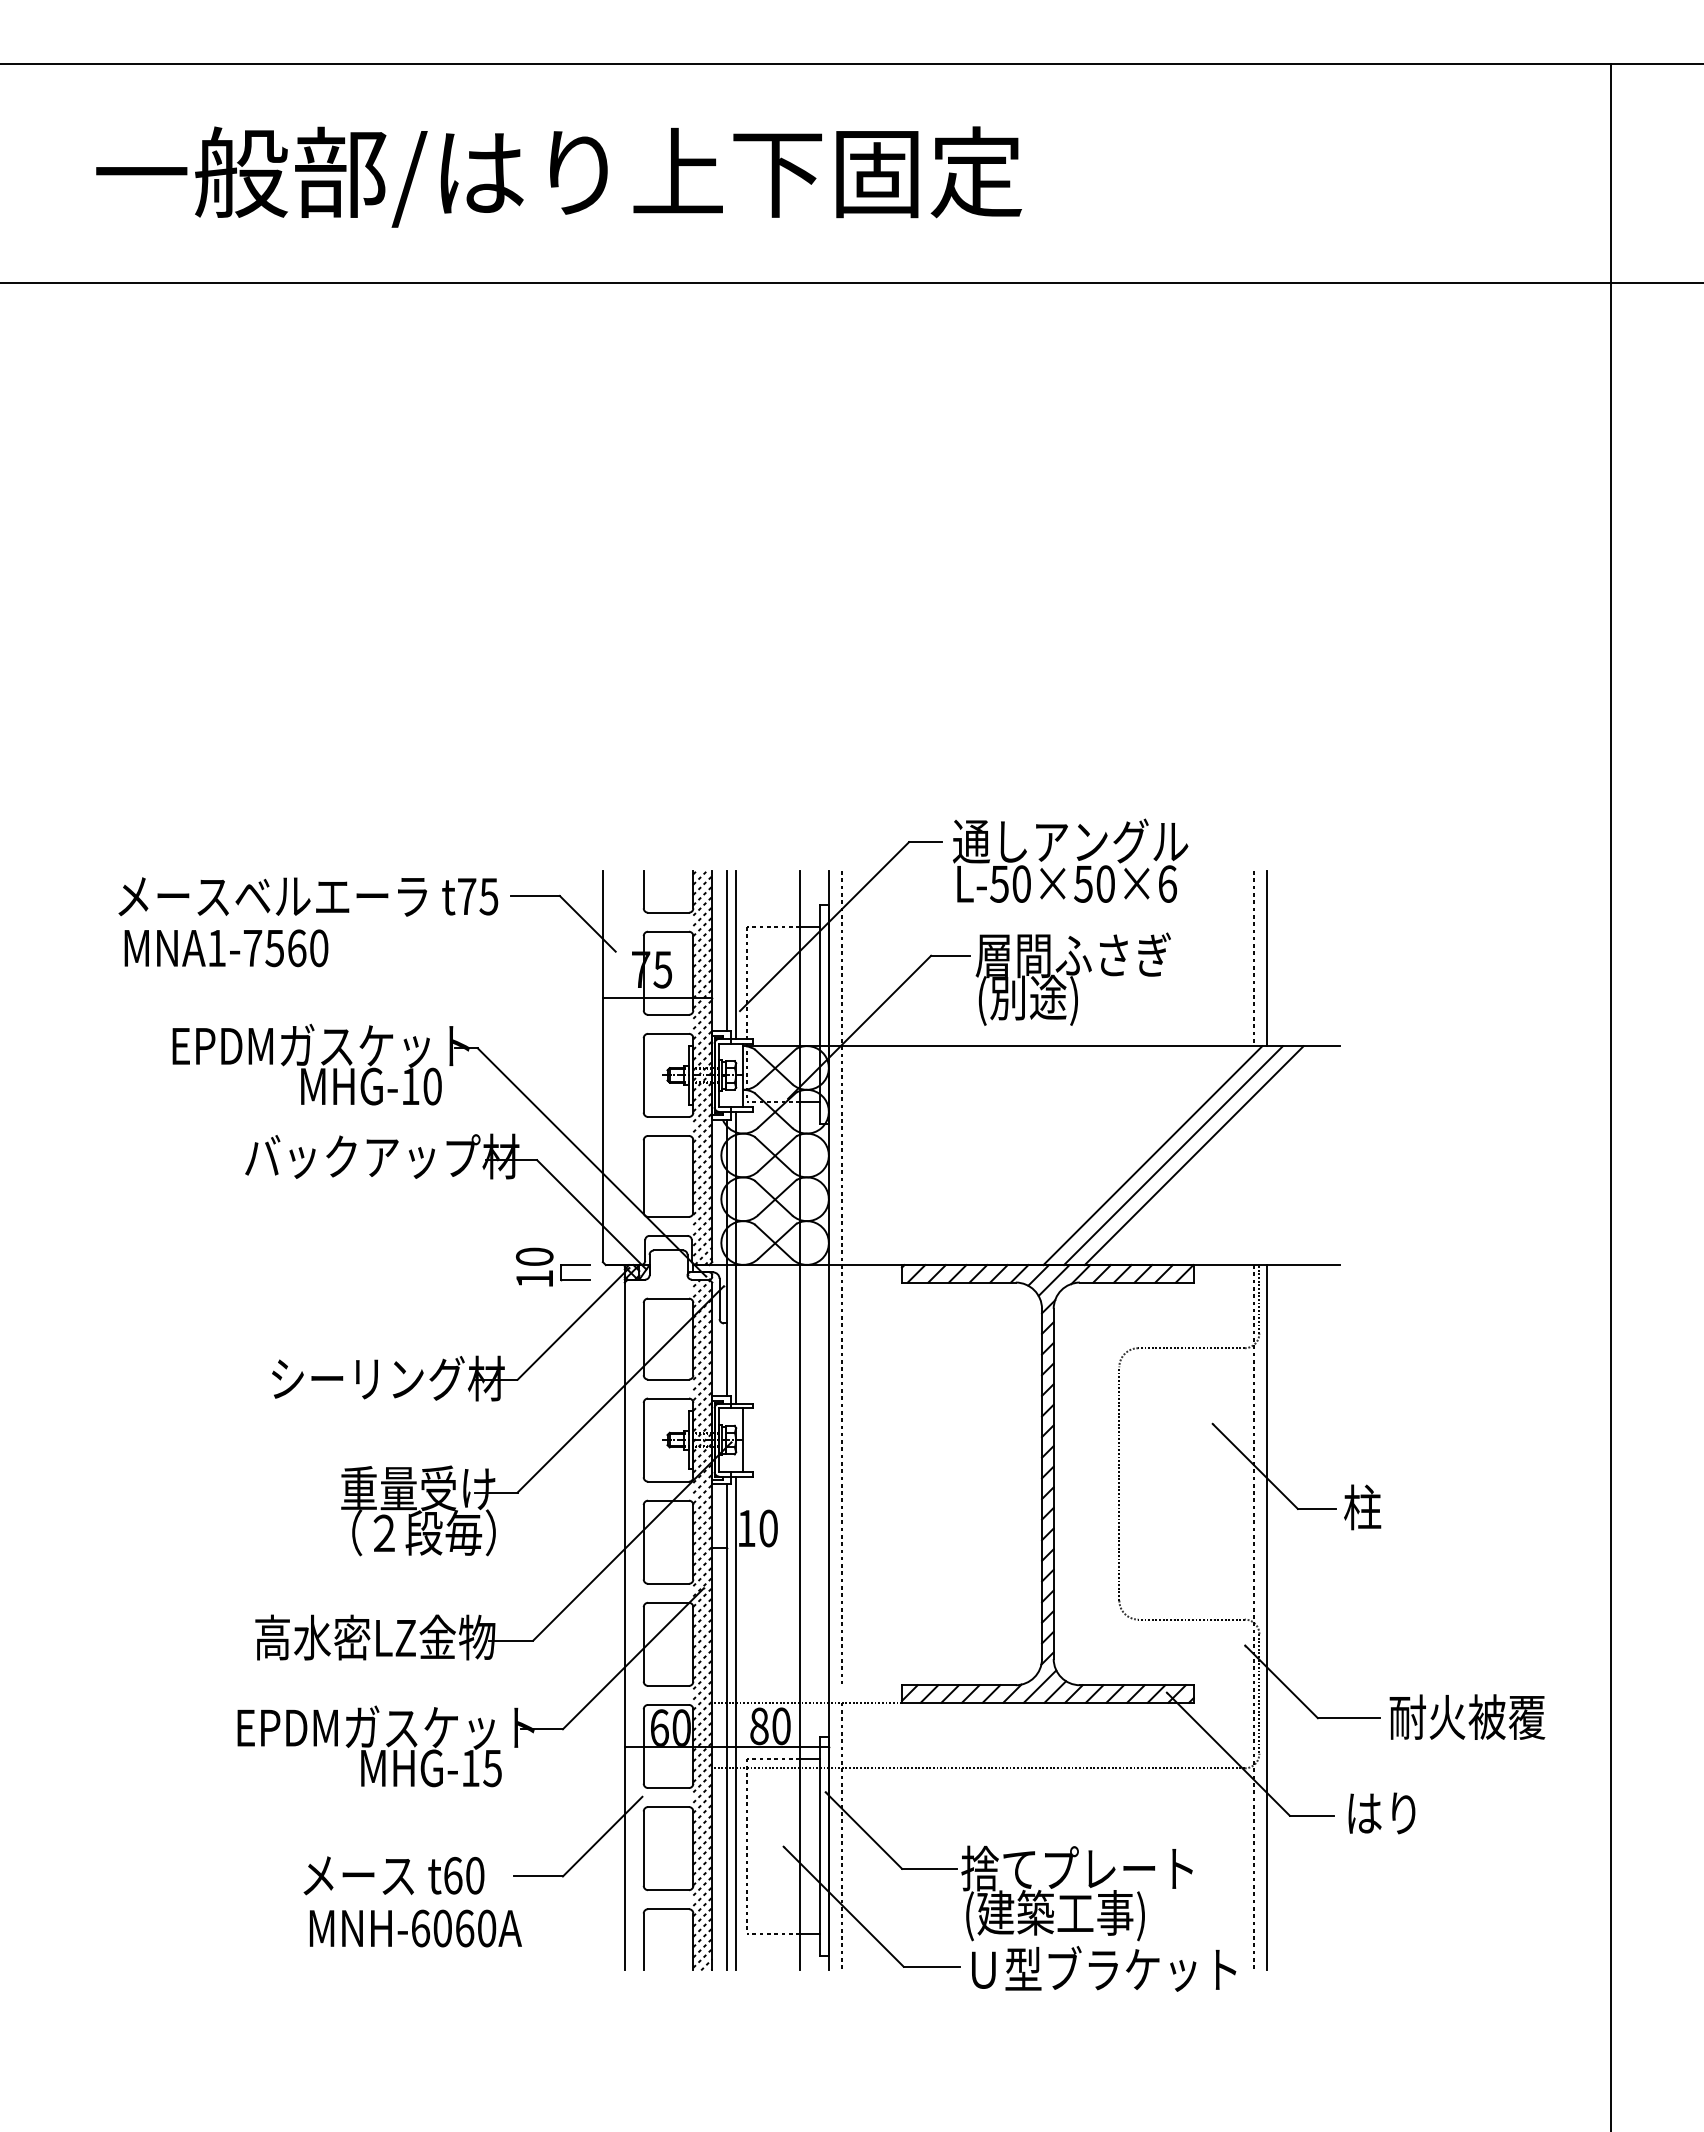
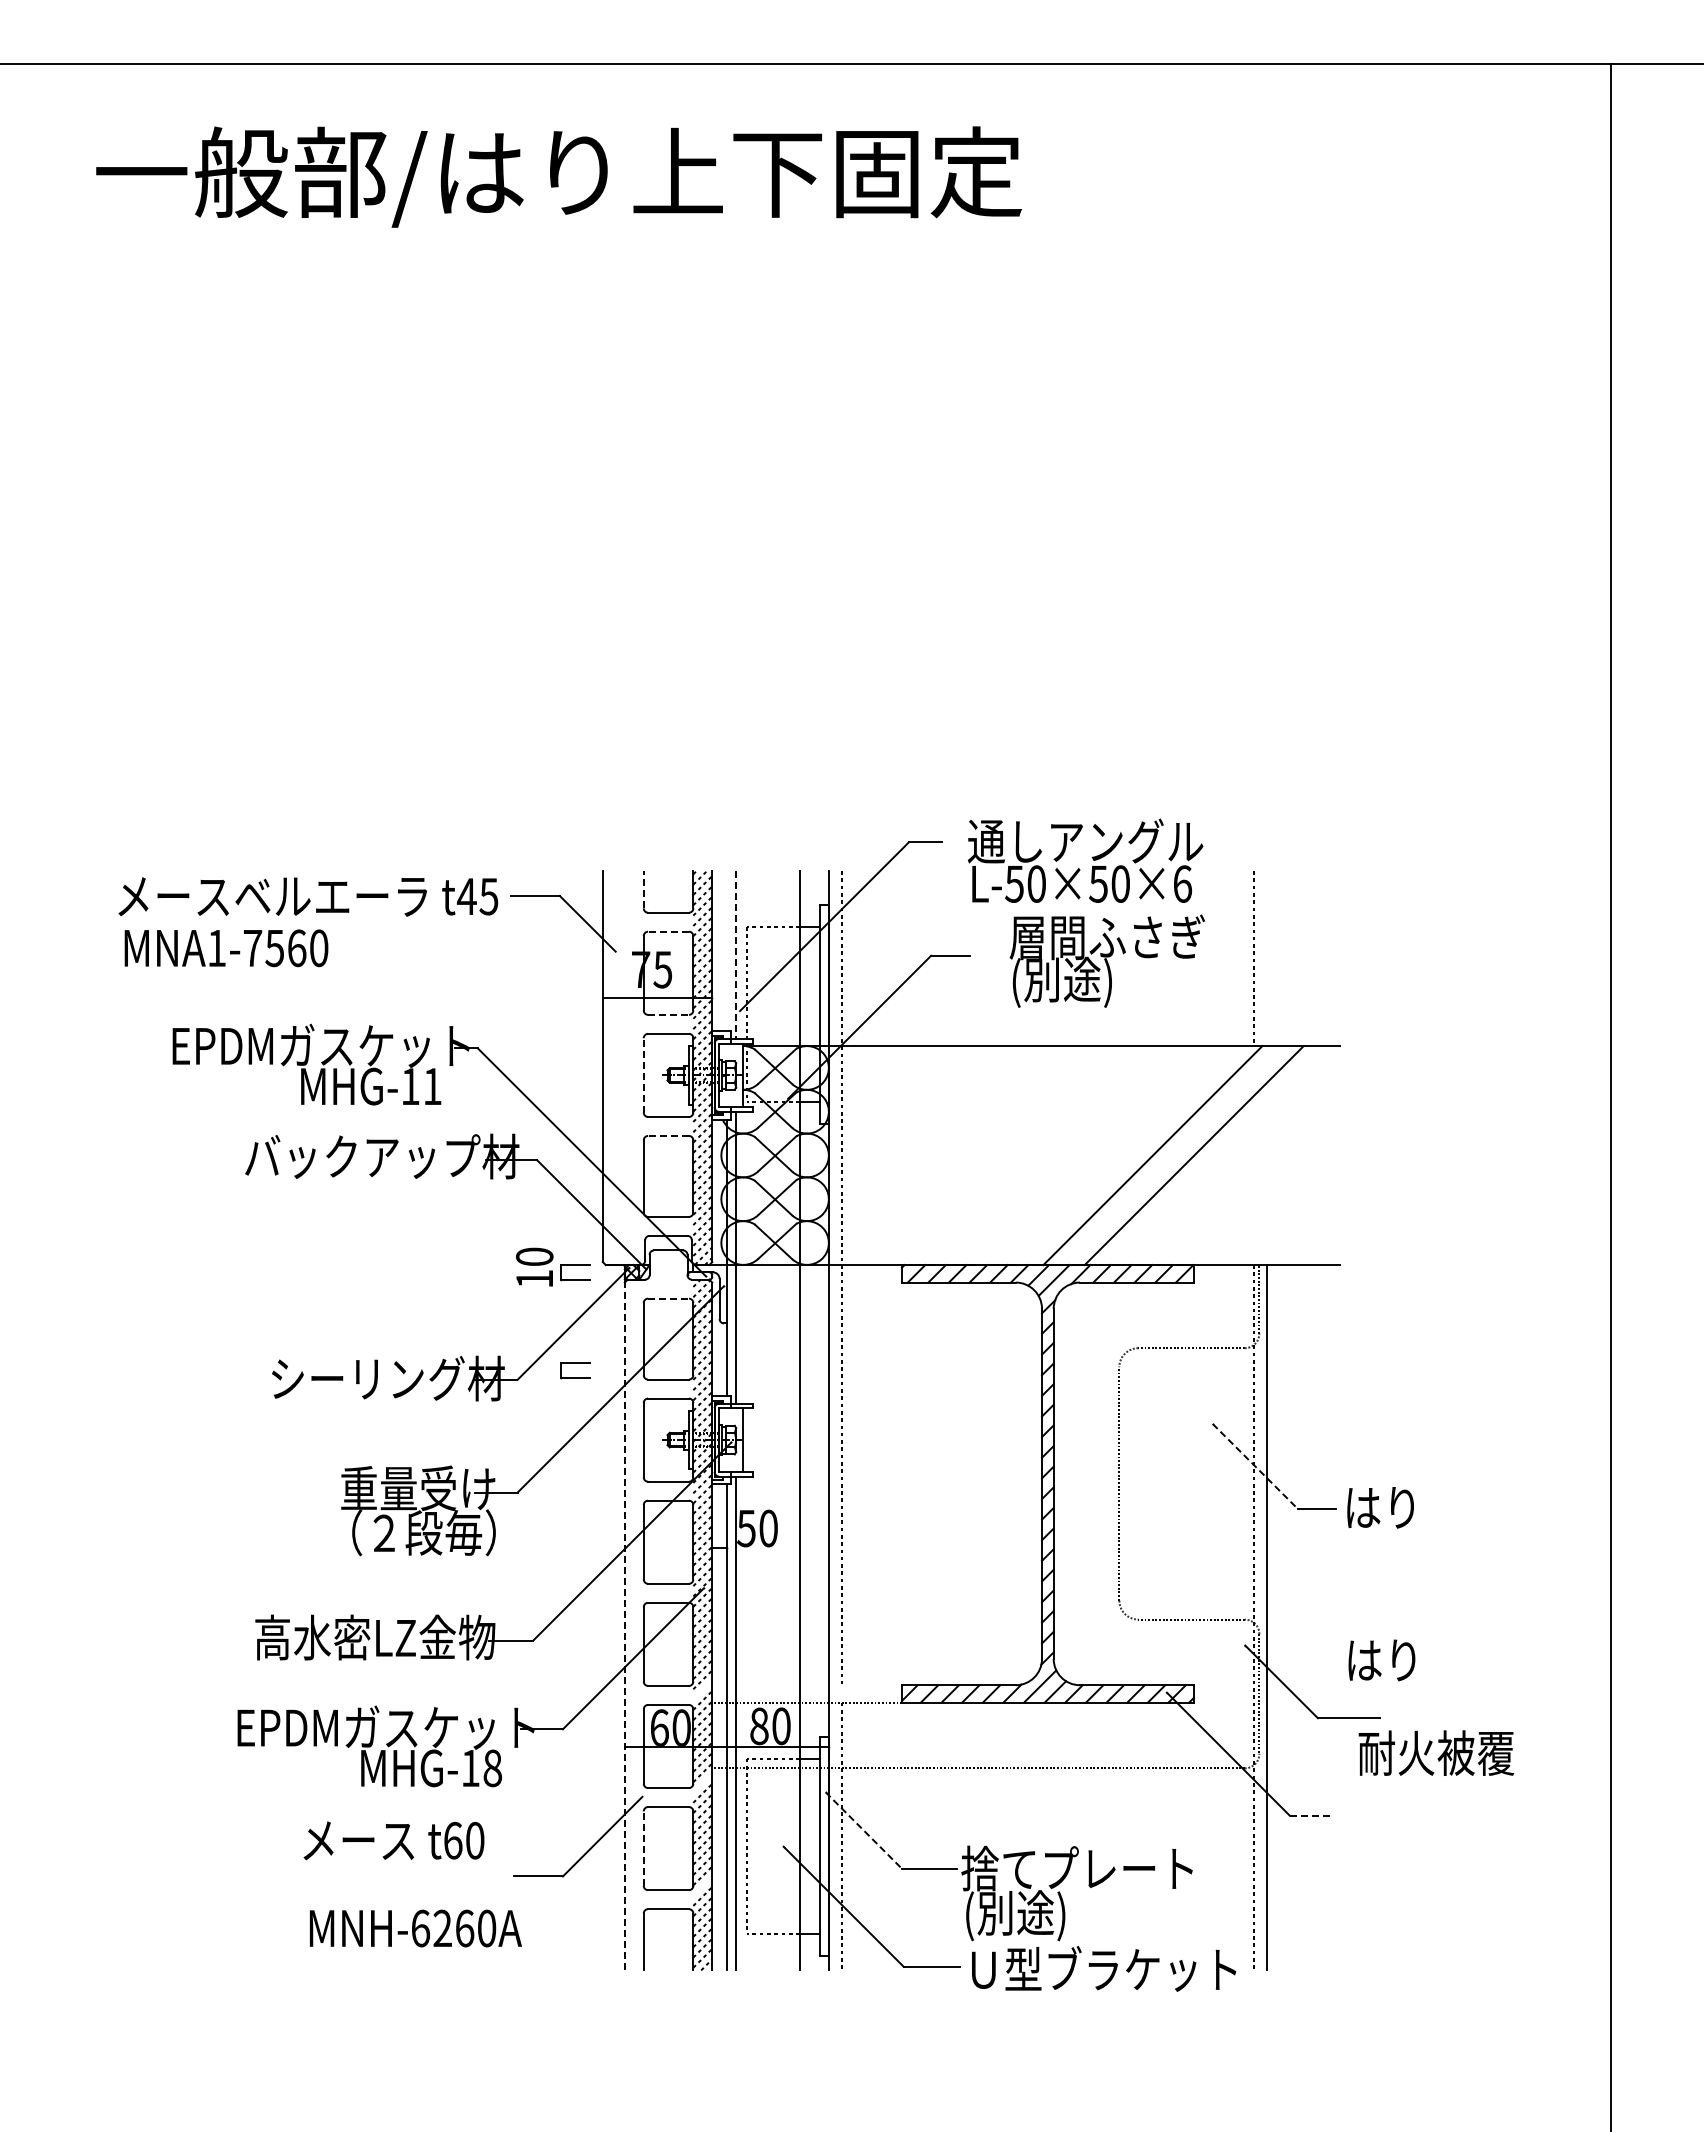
line at (851, 282): present -> none
text at (1070, 860) position: (1070, 860) -> (1085, 860)
line at (643, 889): solid -> dashed
text at (466, 896): t75 -> t45
line at (668, 931): solid -> dashed
line at (726, 951): present -> none
line at (735, 955): solid -> dashed
line at (1266, 958): present -> none
text at (1072, 978) position: (1072, 978) -> (1106, 960)
line at (669, 1014): solid -> dashed
line at (643, 1074): solid -> dashed
text at (432, 1086): MHG-10 -> MHG-11
line at (668, 1135): solid -> dashed
line at (1173, 1155): present -> none
line at (669, 1298): solid -> dashed
part at (575, 1363): none -> present
line at (1255, 1466): solid -> dashed
text at (1378, 1507): 柱 -> はり
text at (746, 1528): 10 -> 50
line at (624, 1626): solid -> dashed
line at (702, 1689): present -> none
text at (1467, 1716) position: (1467, 1716) -> (1436, 1752)
text at (492, 1768): MHG-15 -> MHG-18
line at (702, 1782): present -> none
text at (1381, 1813) position: (1381, 1813) -> (1381, 1660)
line at (1312, 1815): solid -> dashed
line at (864, 1830): solid -> dashed
line at (643, 1848): solid -> dashed
text at (393, 1875) position: (393, 1875) -> (393, 1840)
line at (702, 1885): present -> none
text at (1060, 1915): (建築工事) -> (別途)
text at (442, 1928): MNH-6060A -> MNH-6260A
